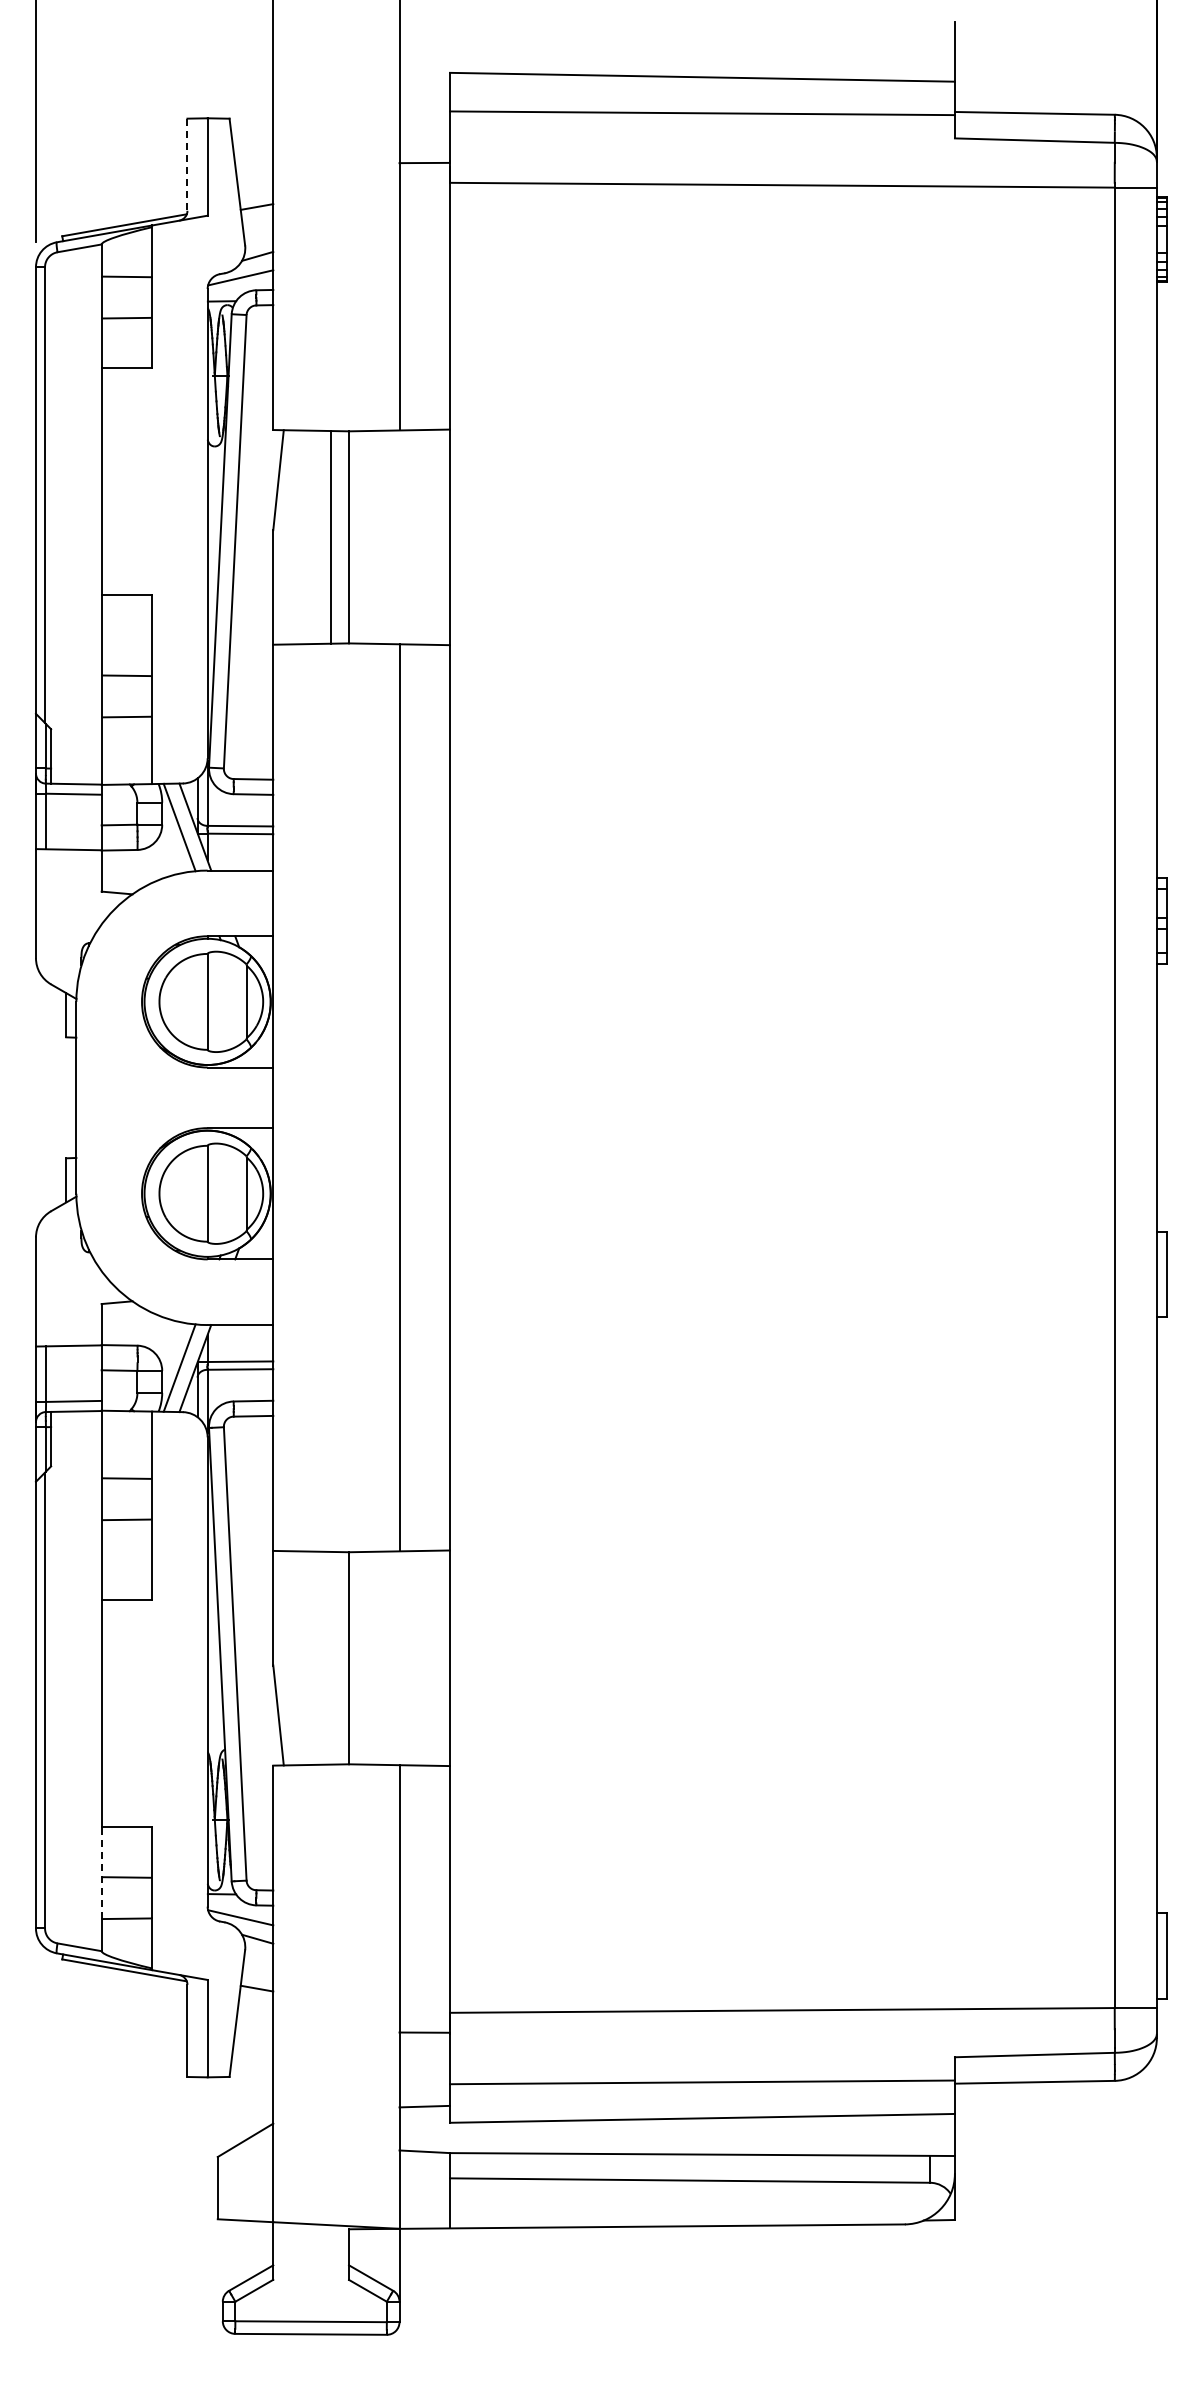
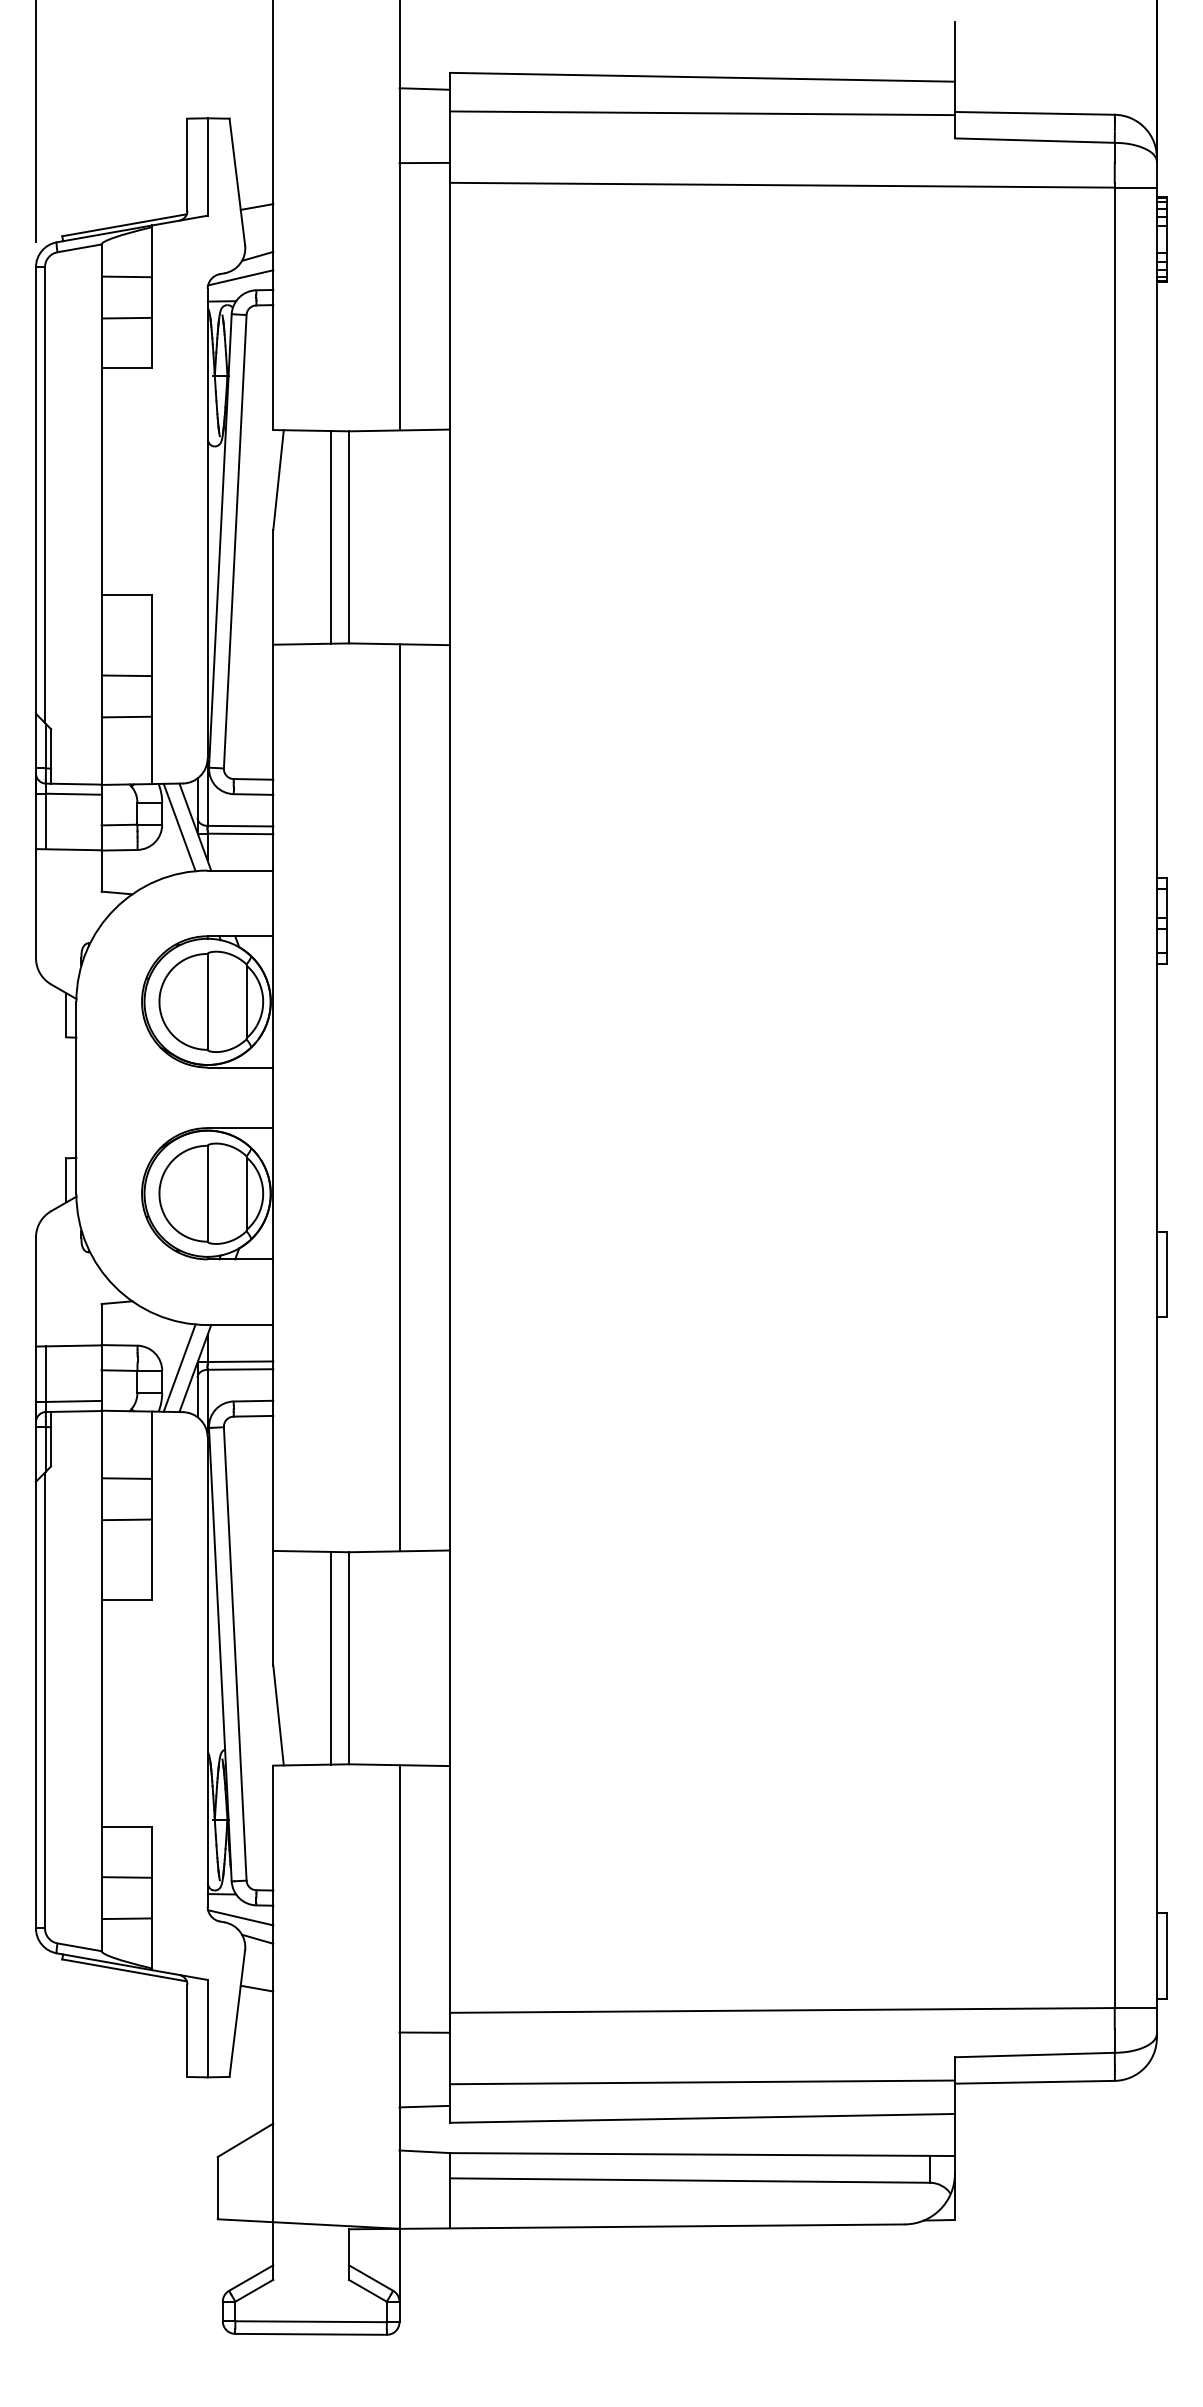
line at (424, 88): none -> present
line at (187, 165): dashed -> solid
line at (331, 1657): none -> present
line at (101, 1873): dashed -> solid
